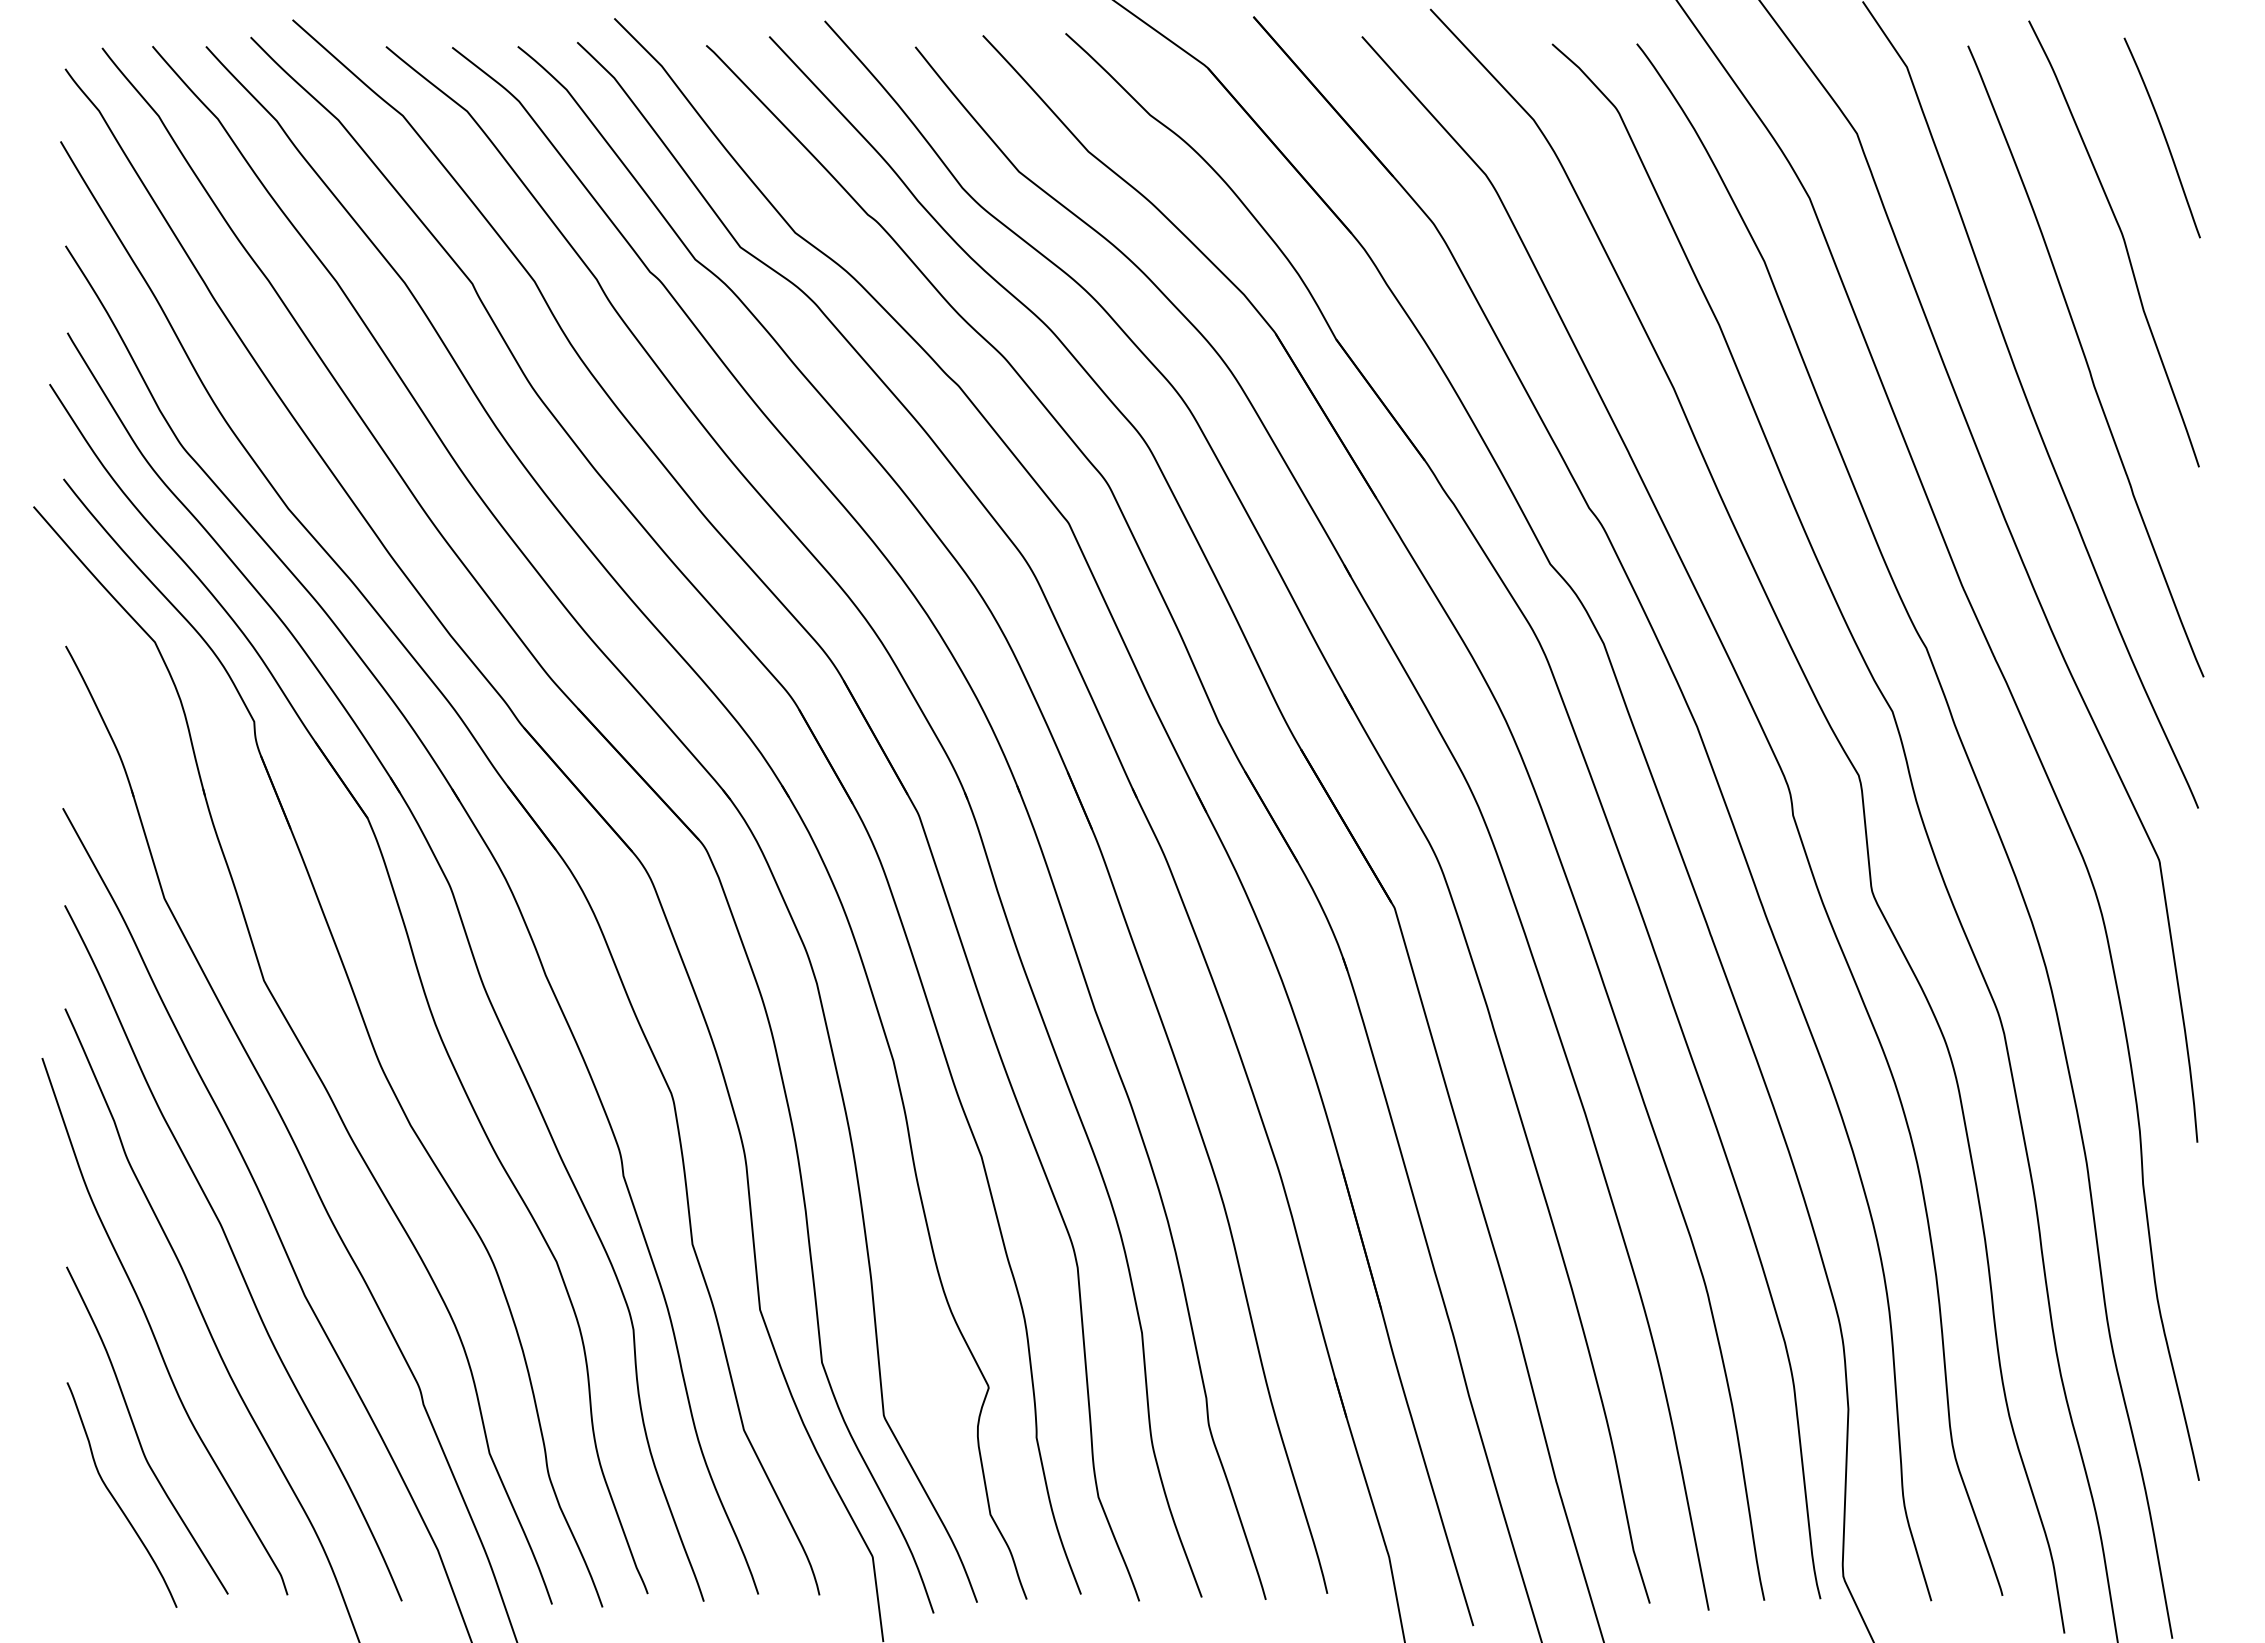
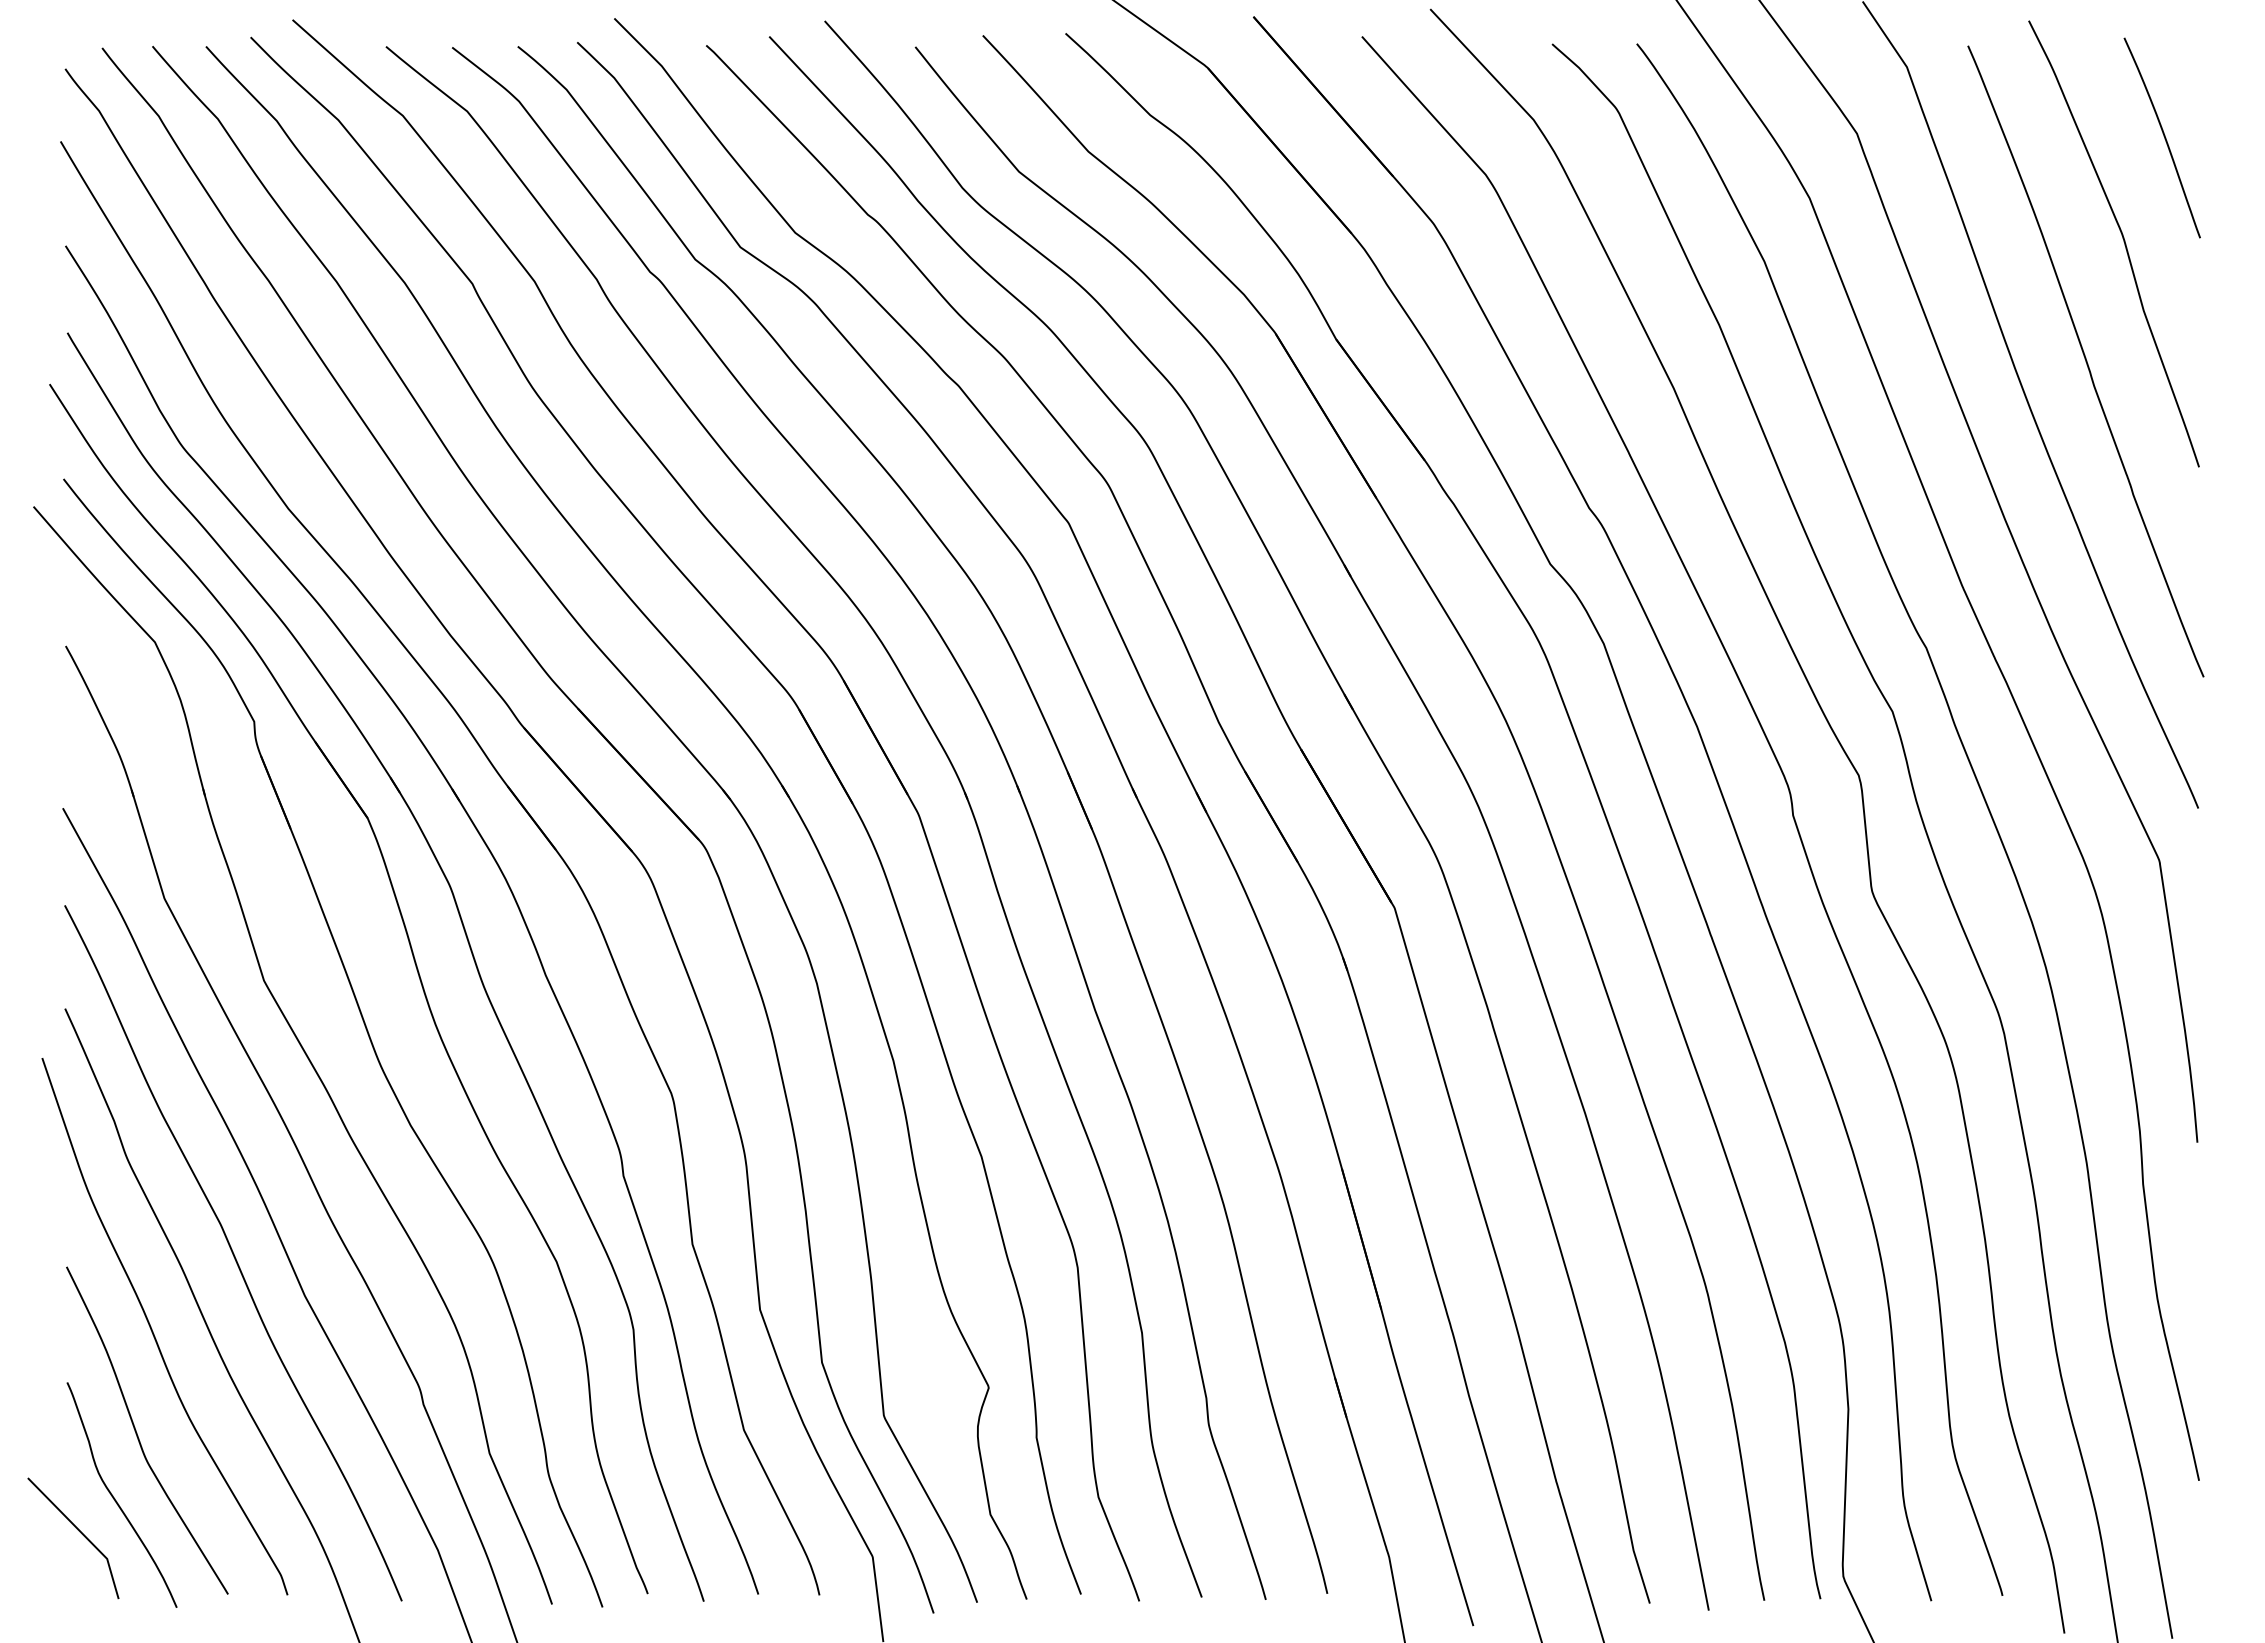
line at (79, 1532): none -> present
